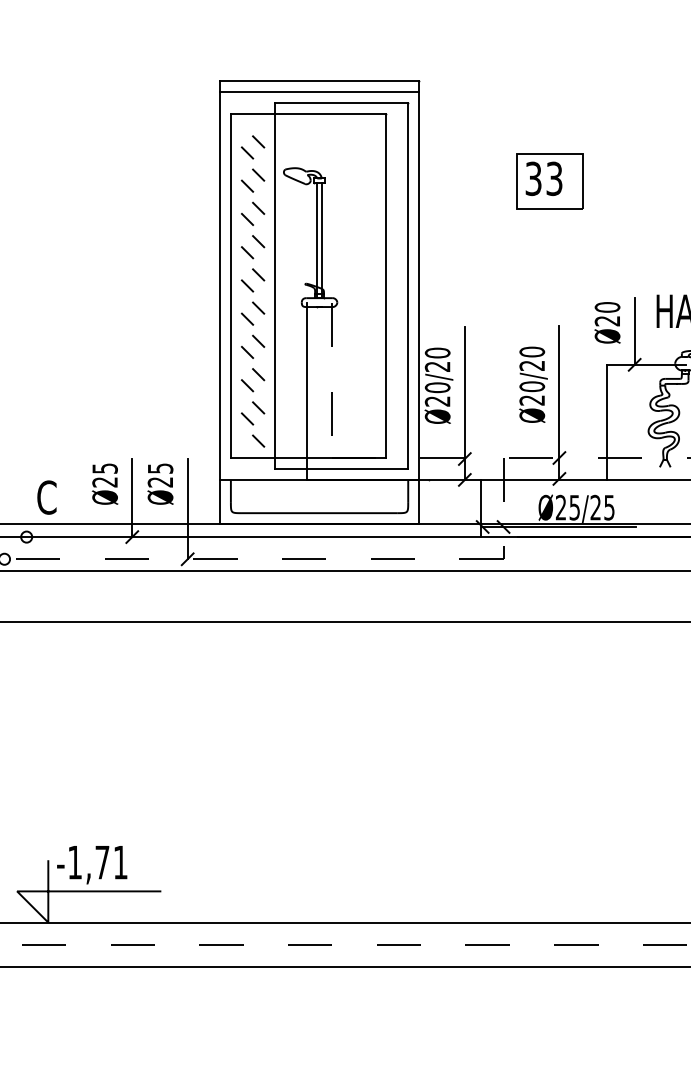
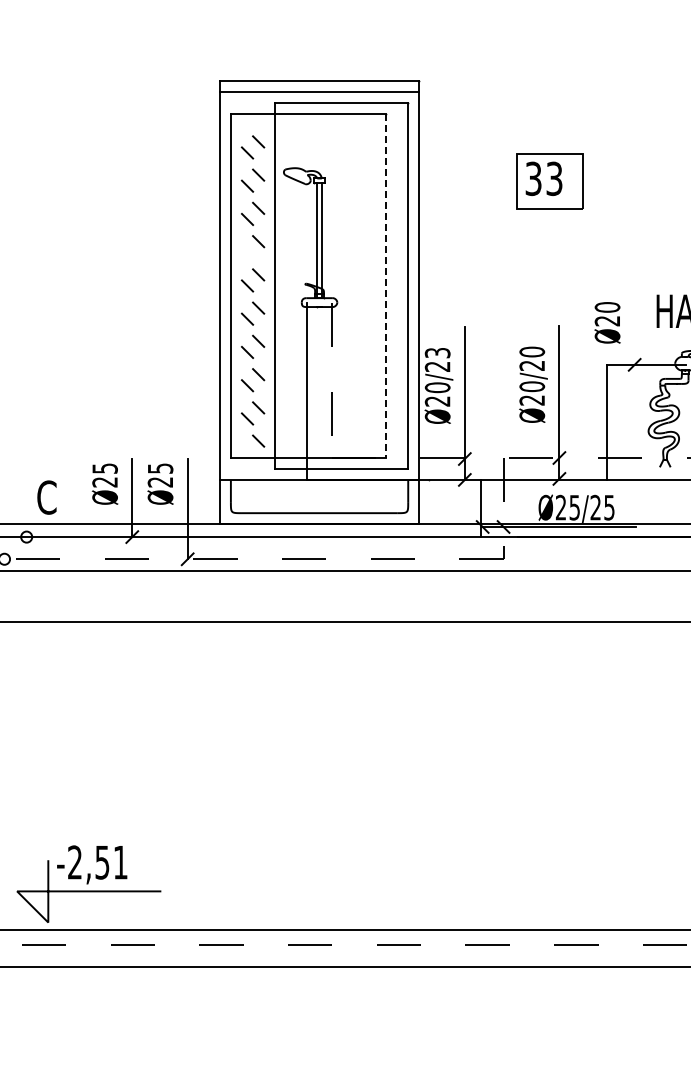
line at (247, 252): present -> none
line at (386, 285): solid -> dashed
line at (634, 330): present -> none
text at (437, 352): Ø20/20 -> Ø20/23
text at (88, 862): -1,71 -> -2,51
line at (344, 922) position: (344, 922) -> (344, 929)
